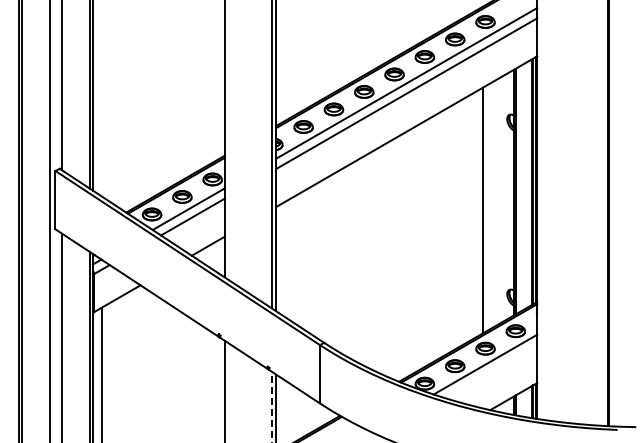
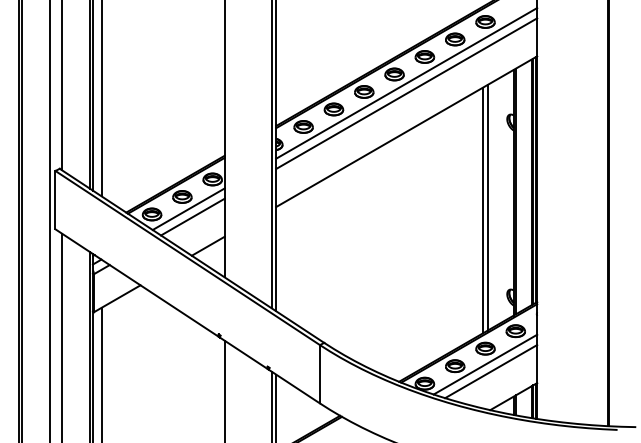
line at (101, 99): none -> present
line at (487, 207): none -> present
line at (491, 371): none -> present
line at (271, 406): dashed -> solid
